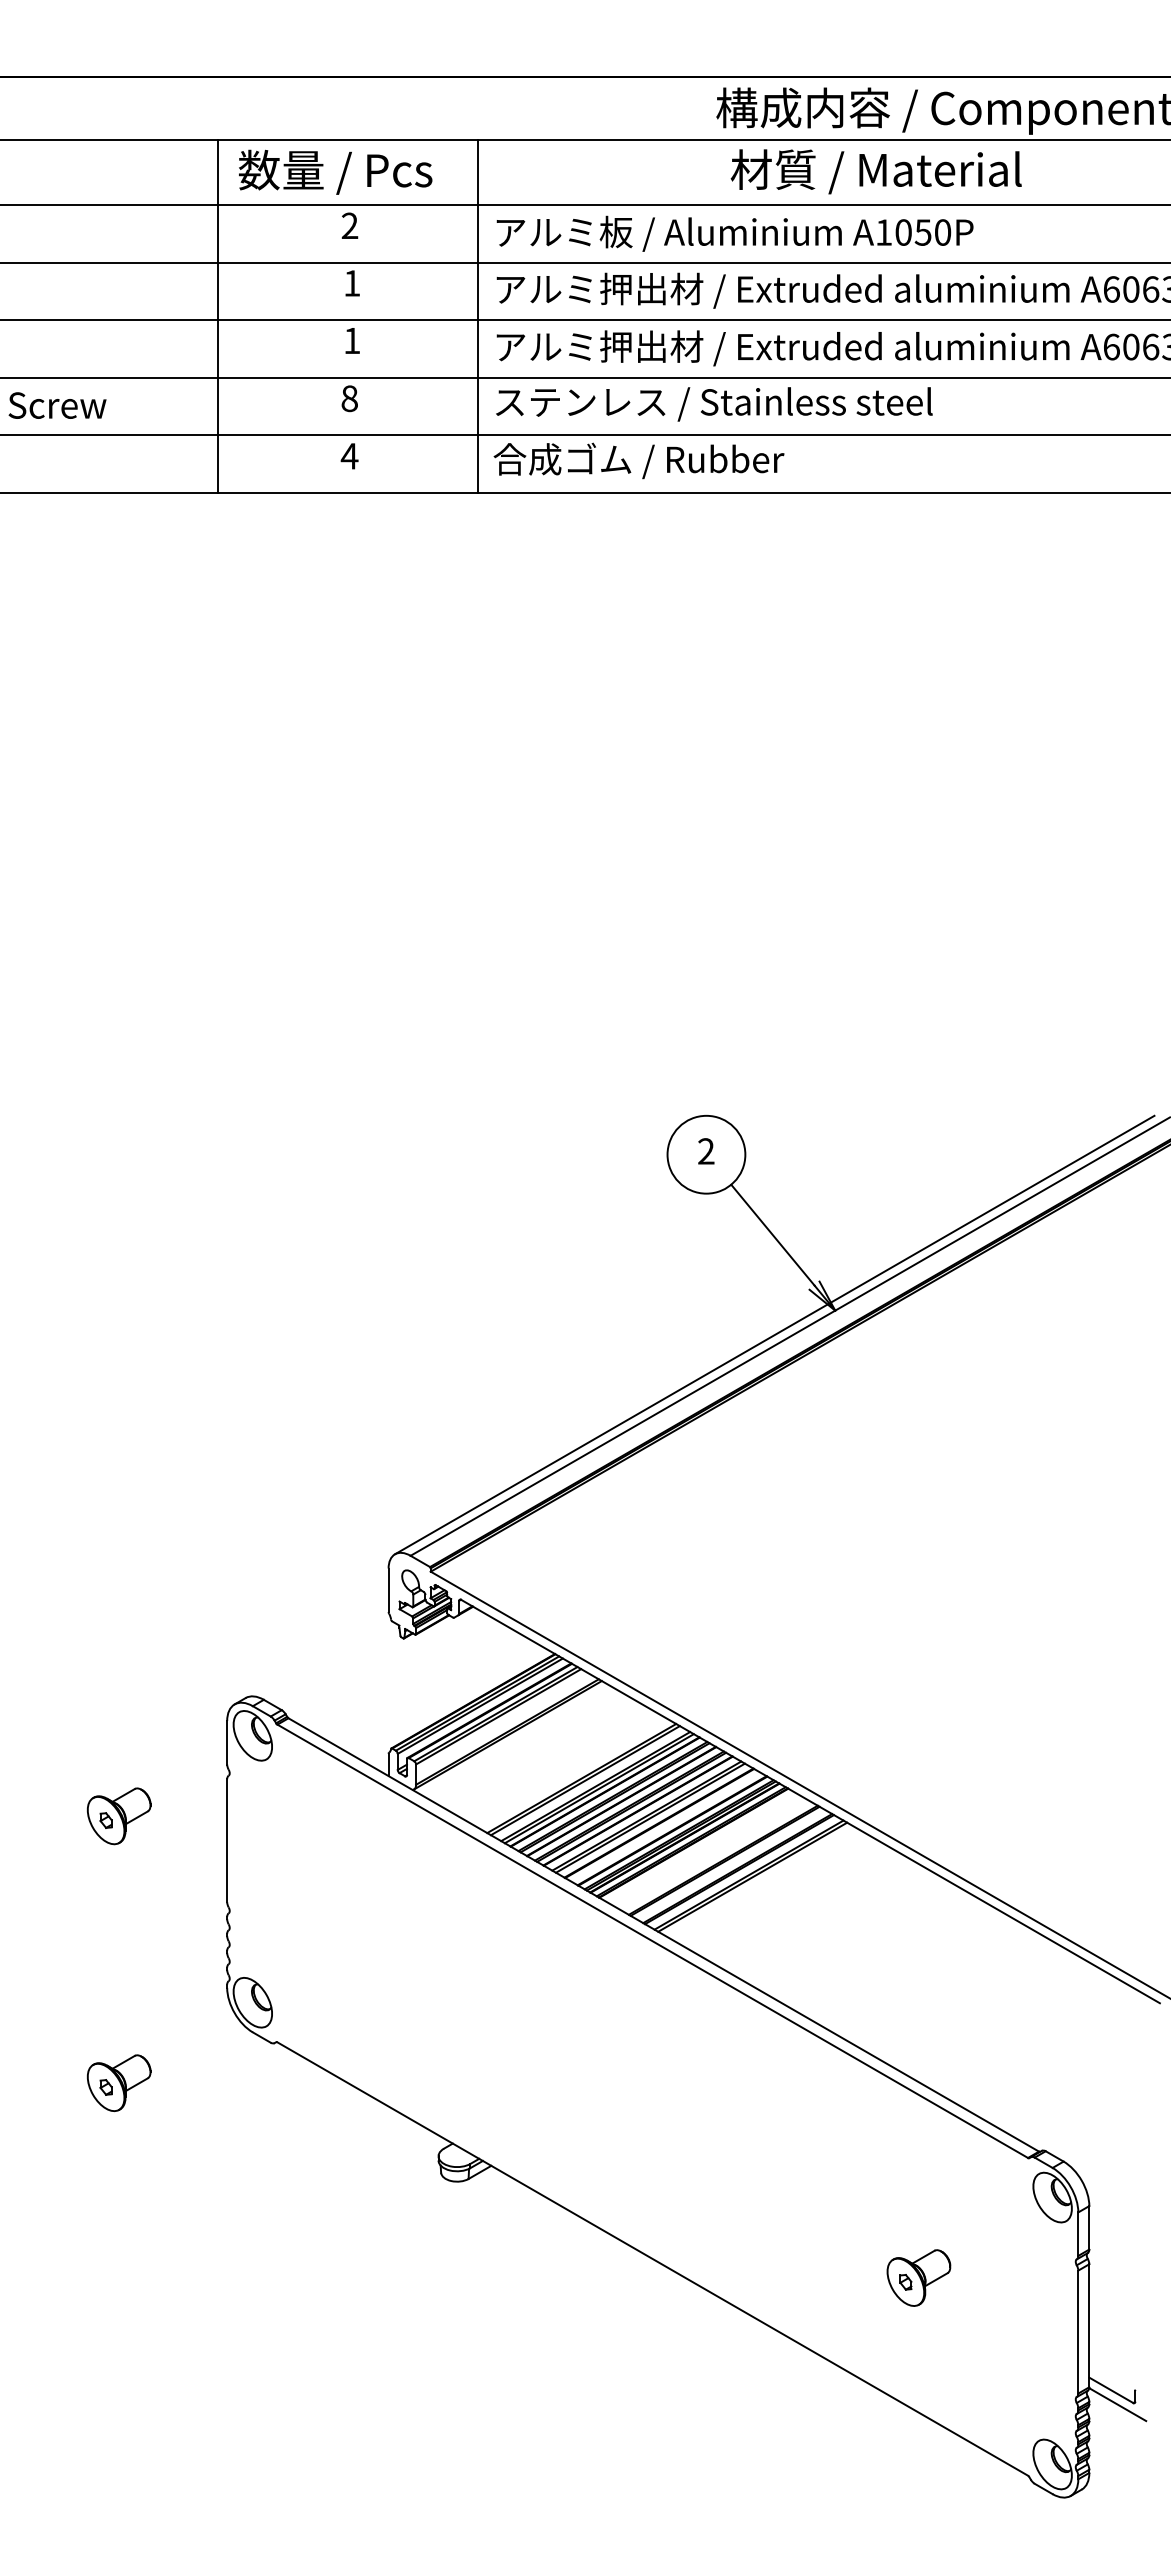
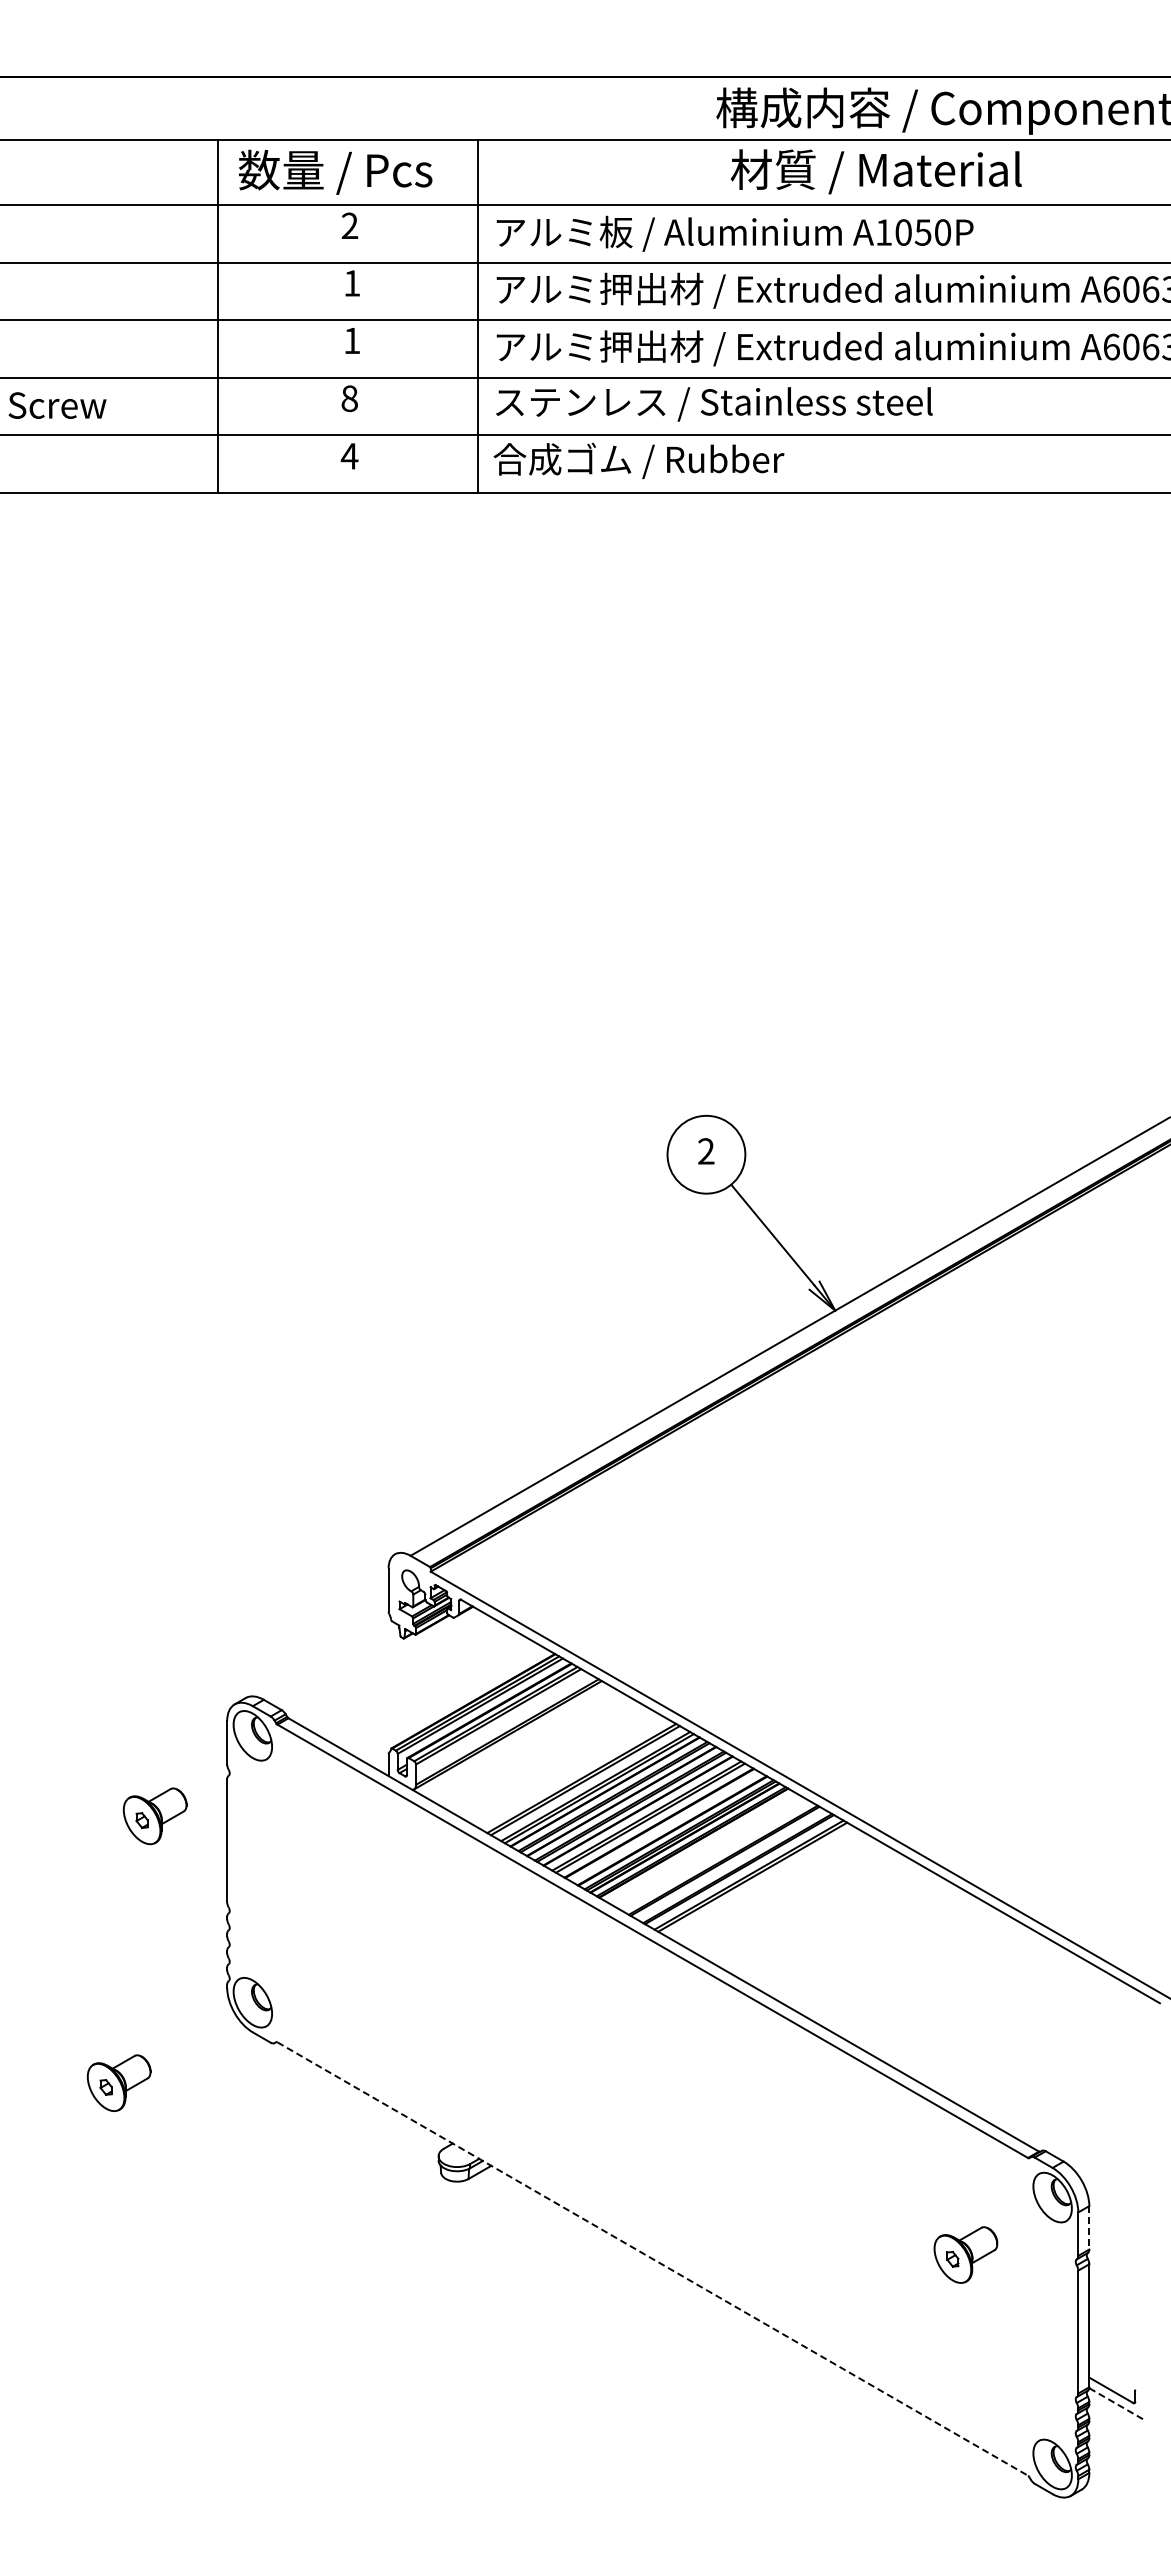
line at (774, 1334): present -> none
part at (119, 1816) position: (119, 1816) -> (155, 1816)
line at (1089, 2227): solid -> dashed
line at (653, 2259): solid -> dashed
part at (918, 2277) position: (918, 2277) -> (965, 2254)
line at (1117, 2404): solid -> dashed
